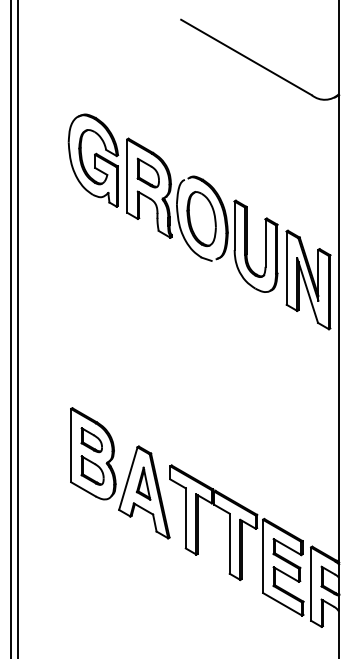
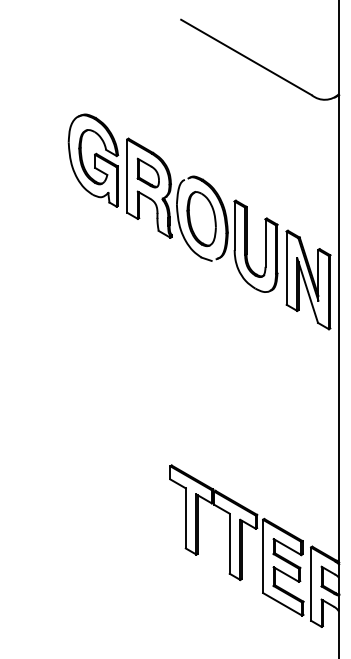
line at (10, 328): present -> none
line at (17, 328): present -> none
part at (120, 473): present -> none
